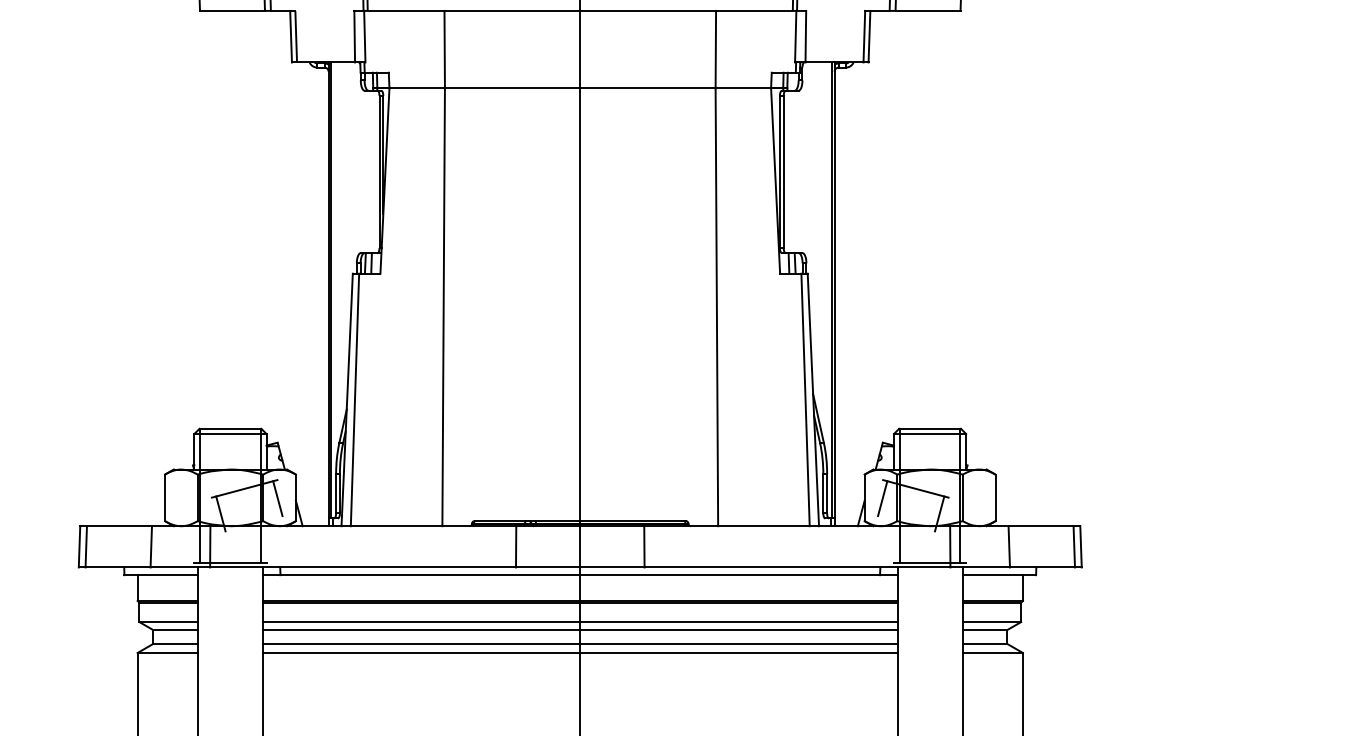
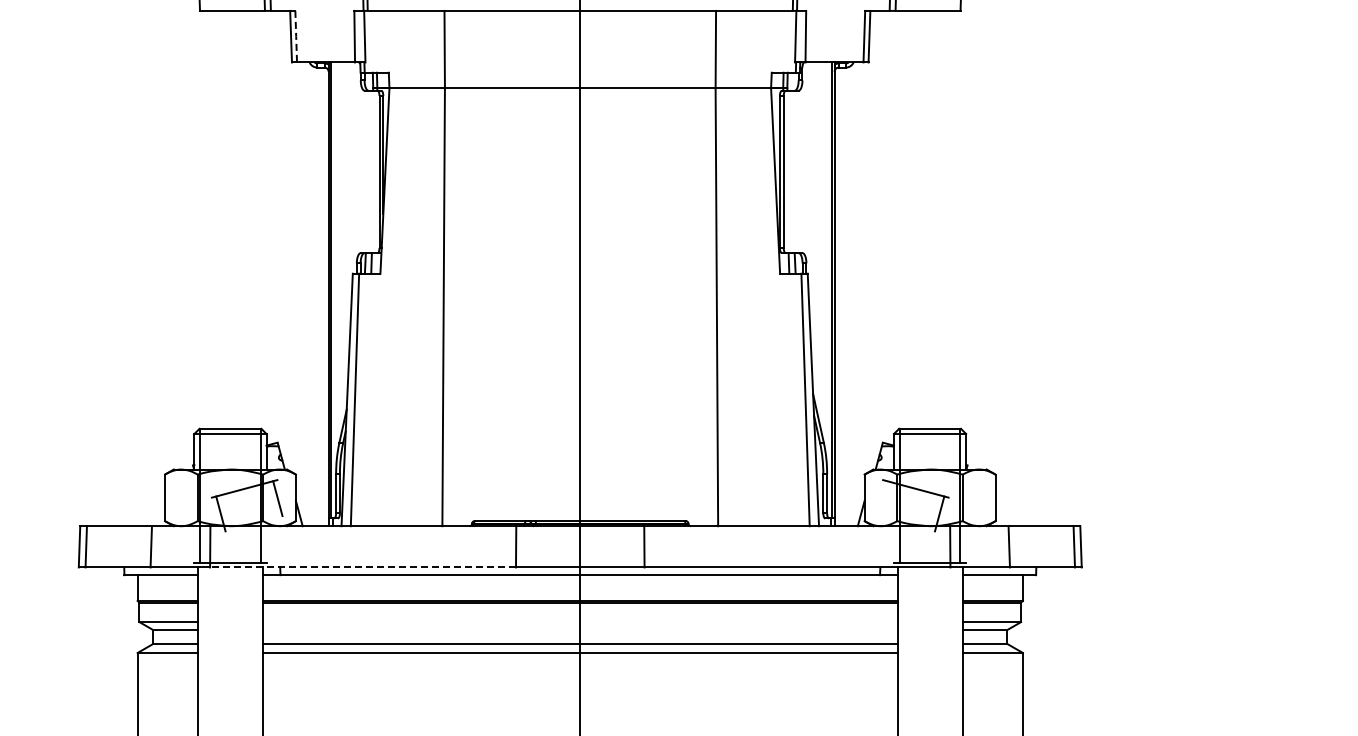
line at (296, 36): solid -> dashed
line at (882, 498): present -> none
line at (363, 567): solid -> dashed
line at (579, 622): present -> none
line at (579, 629): present -> none
